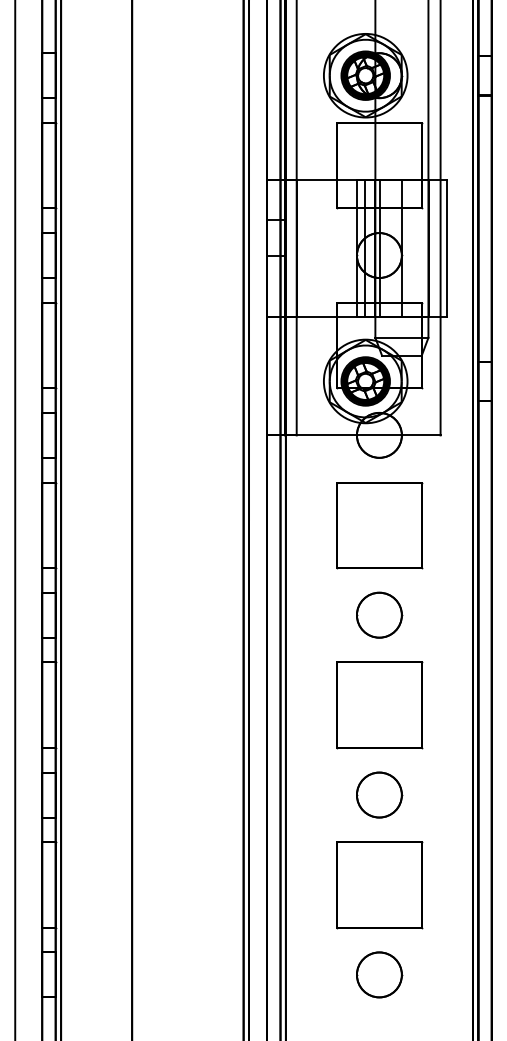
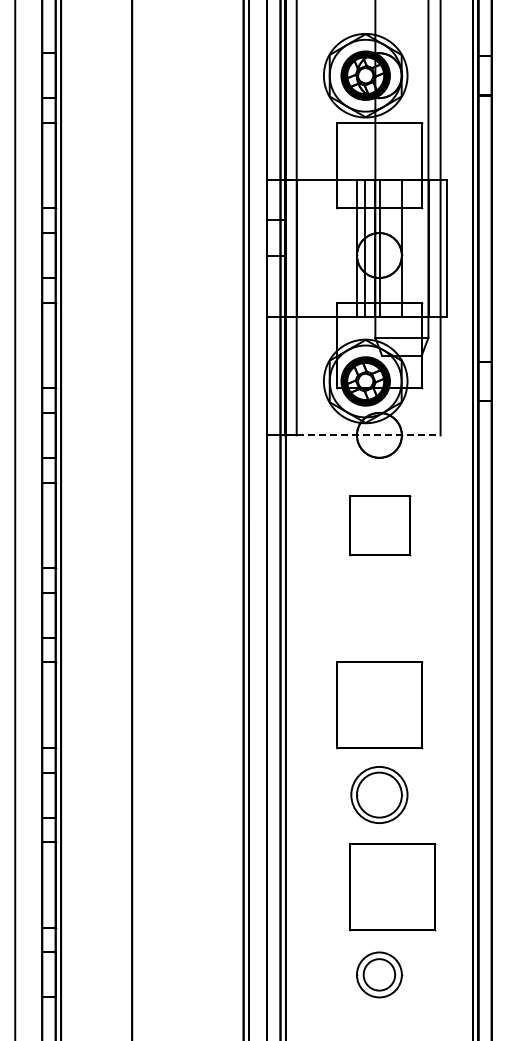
line at (368, 435): solid -> dashed
part at (379, 525) size: 88x88 px -> 63x62 px
part at (379, 614): present -> none
circle at (378, 794) diameter: 45 px -> 56 px
part at (379, 885) position: (379, 885) -> (392, 887)
circle at (378, 974) diameter: 45 px -> 31 px
